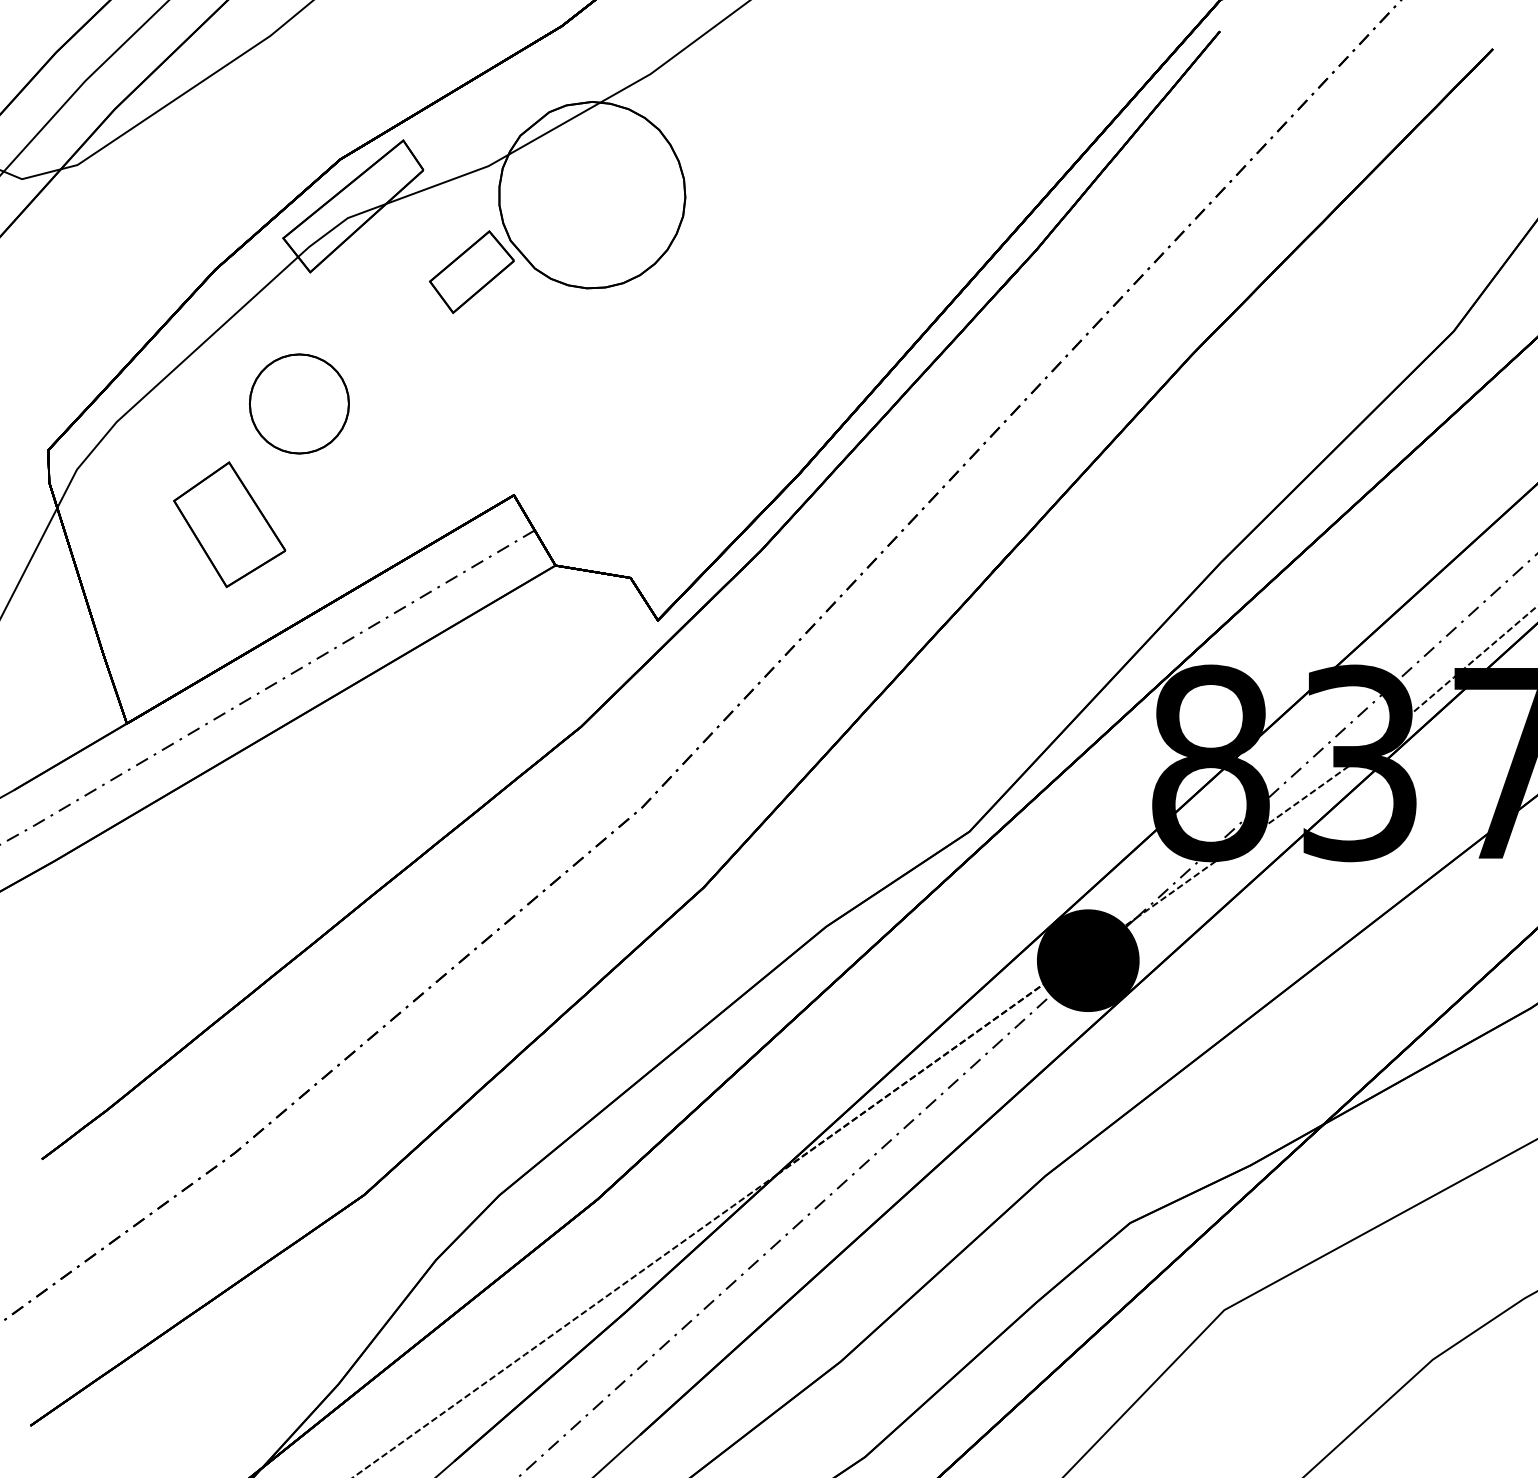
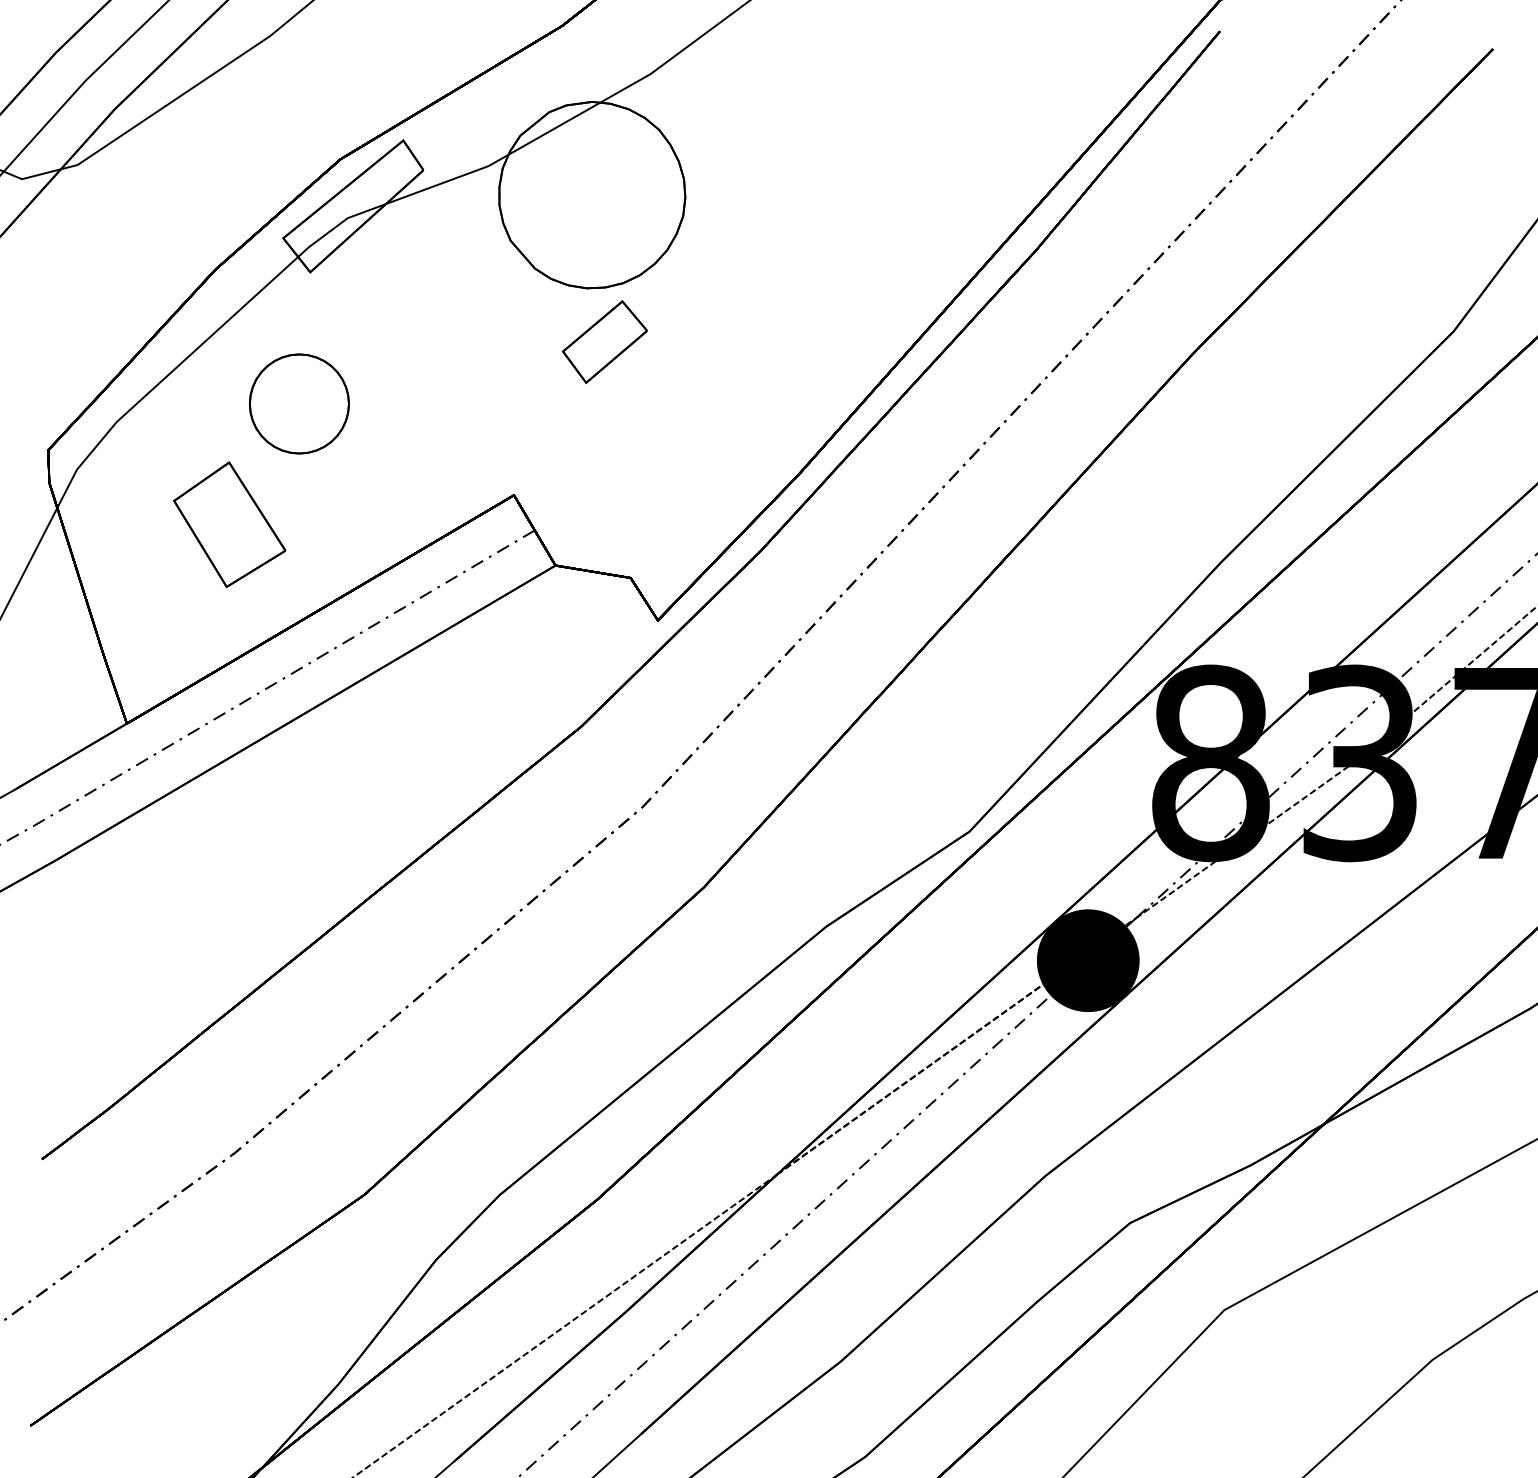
part at (471, 271) position: (471, 271) -> (604, 341)
